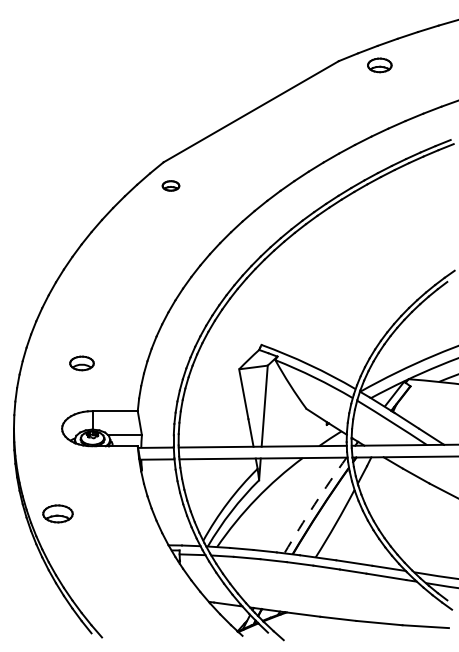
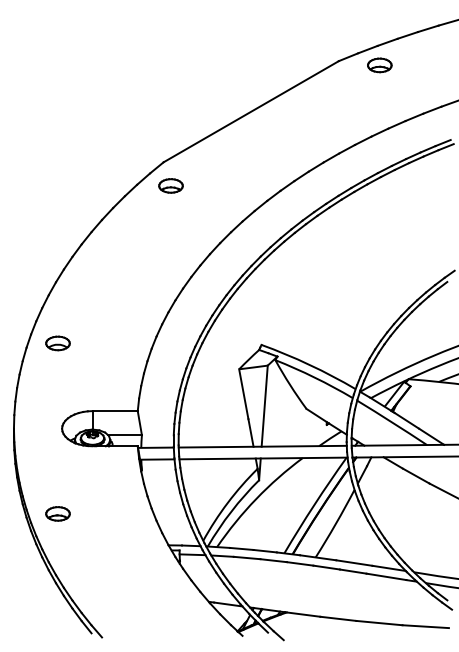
part at (170, 185) size: 20x12 px -> 26x16 px
part at (81, 363) position: (81, 363) -> (57, 343)
arc at (314, 504): dashed -> solid
part at (57, 513) size: 32x20 px -> 26x16 px
